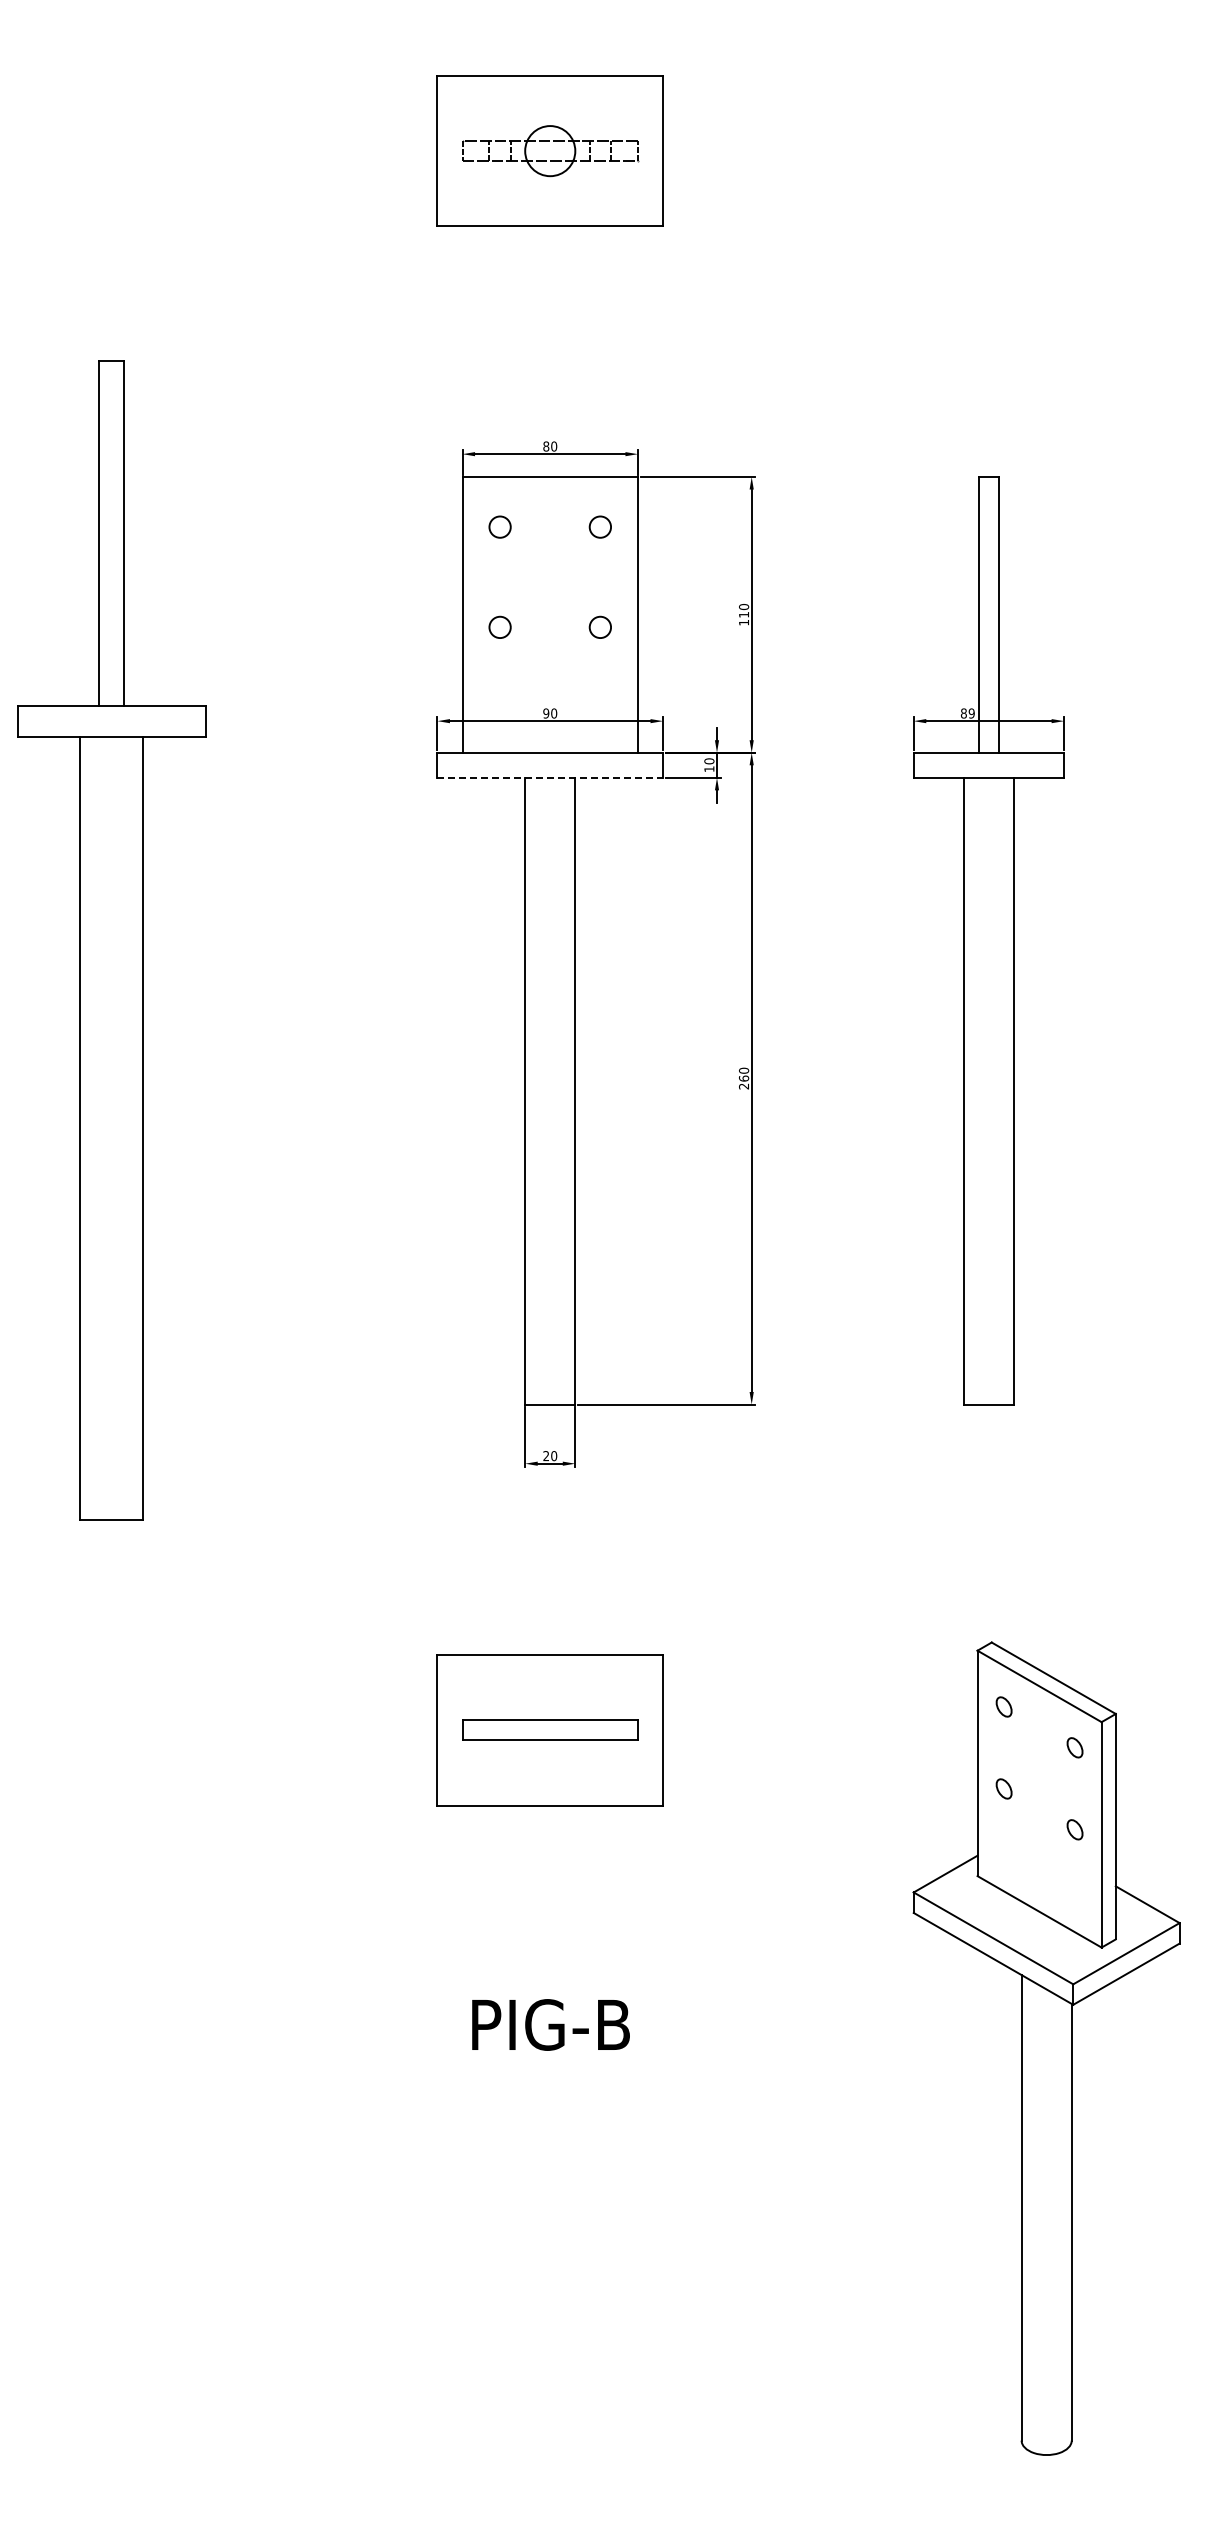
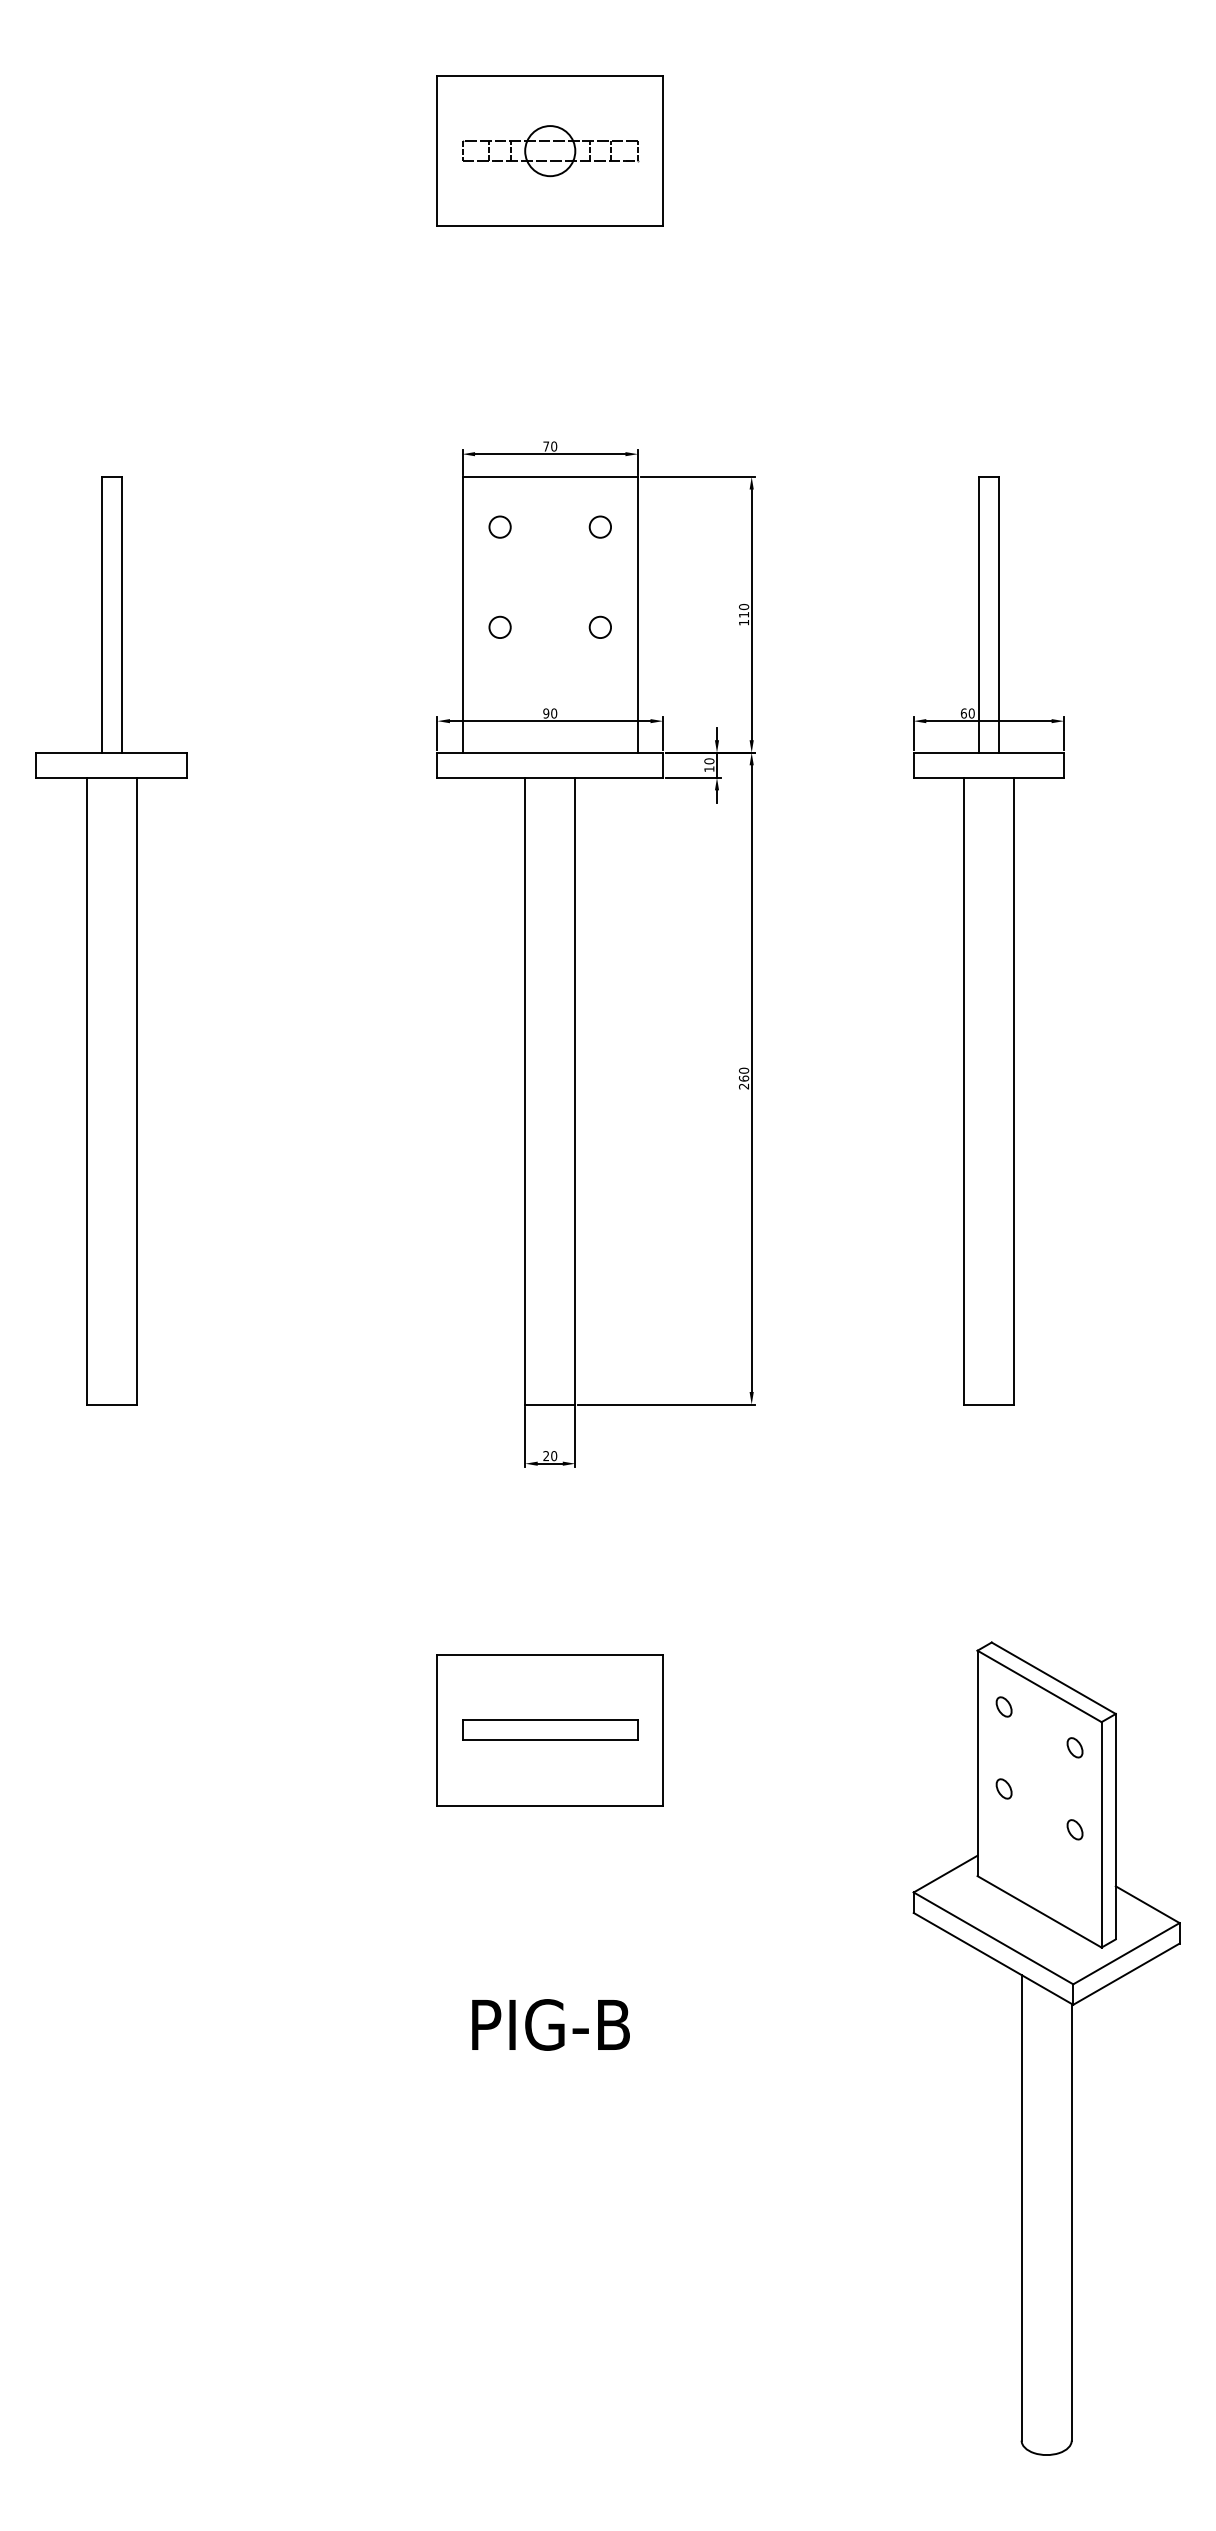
text at (546, 446): 80 -> 70
text at (967, 713): 89 -> 60
line at (550, 777): dashed -> solid
part at (111, 940) size: 190x1161 px -> 153x930 px
